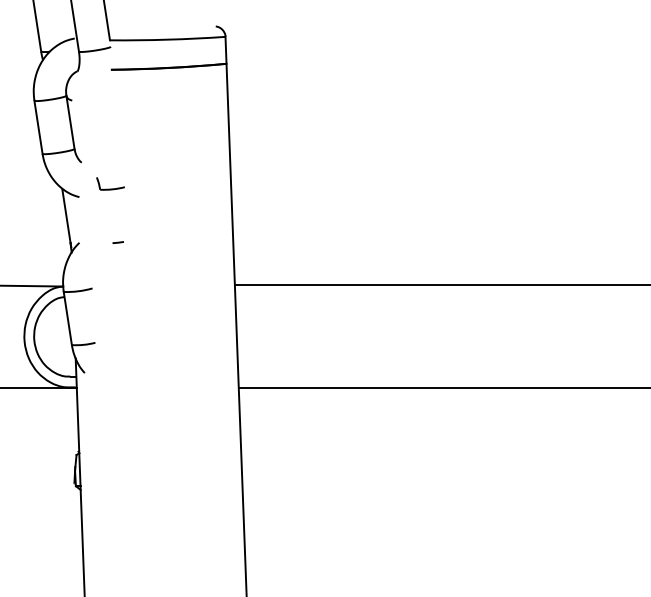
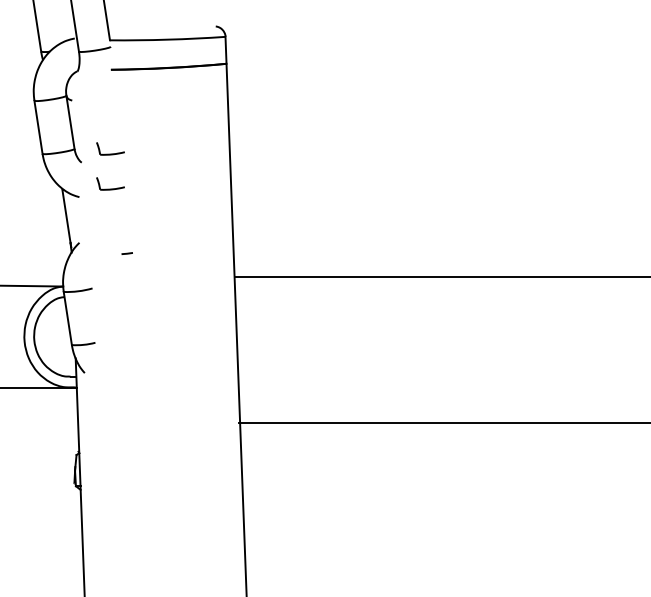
part at (110, 148): none -> present
arc at (117, 242) position: (117, 242) -> (126, 253)
line at (440, 285) position: (440, 285) -> (440, 277)
line at (442, 387) position: (442, 387) -> (442, 422)
